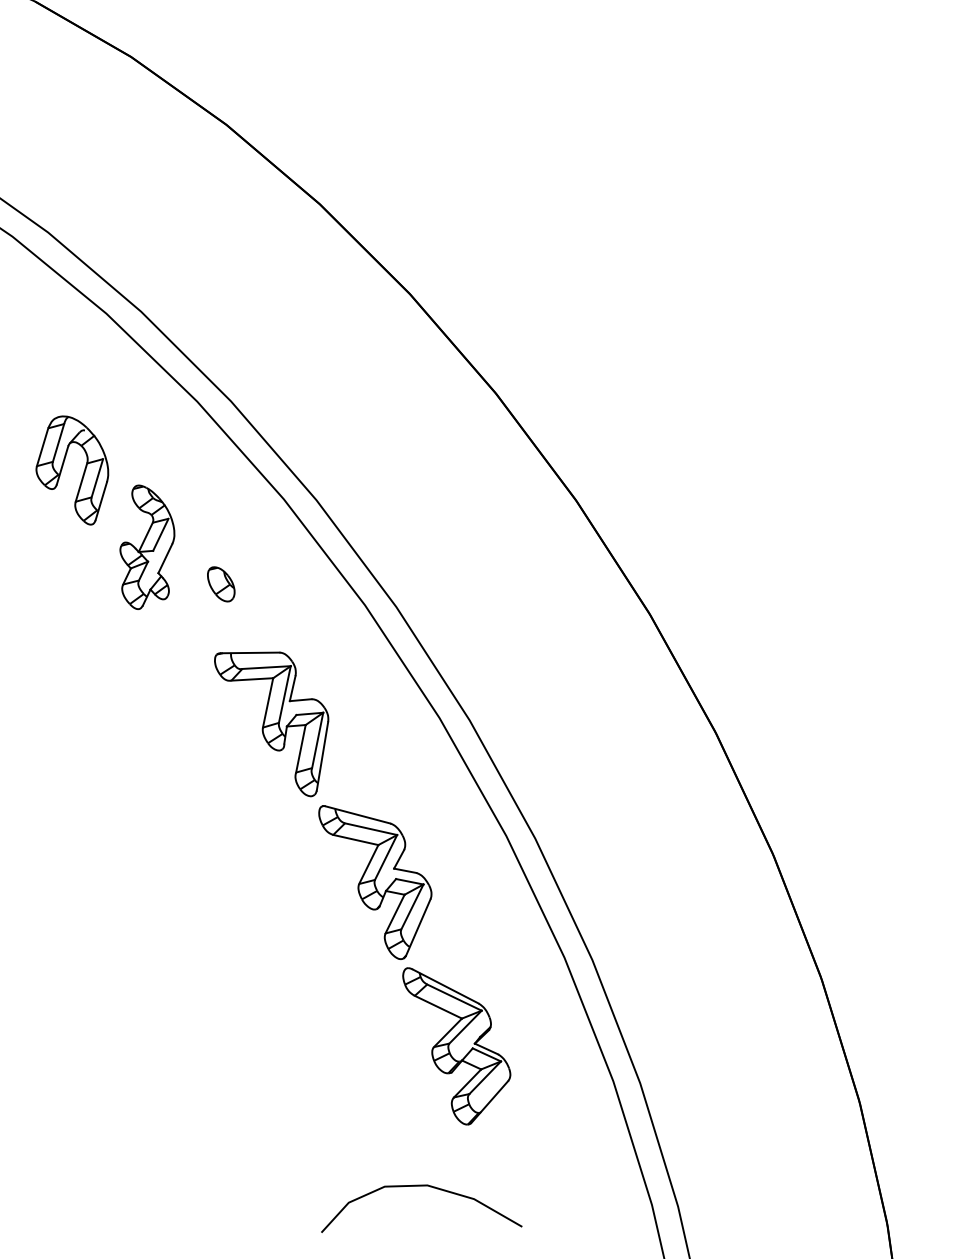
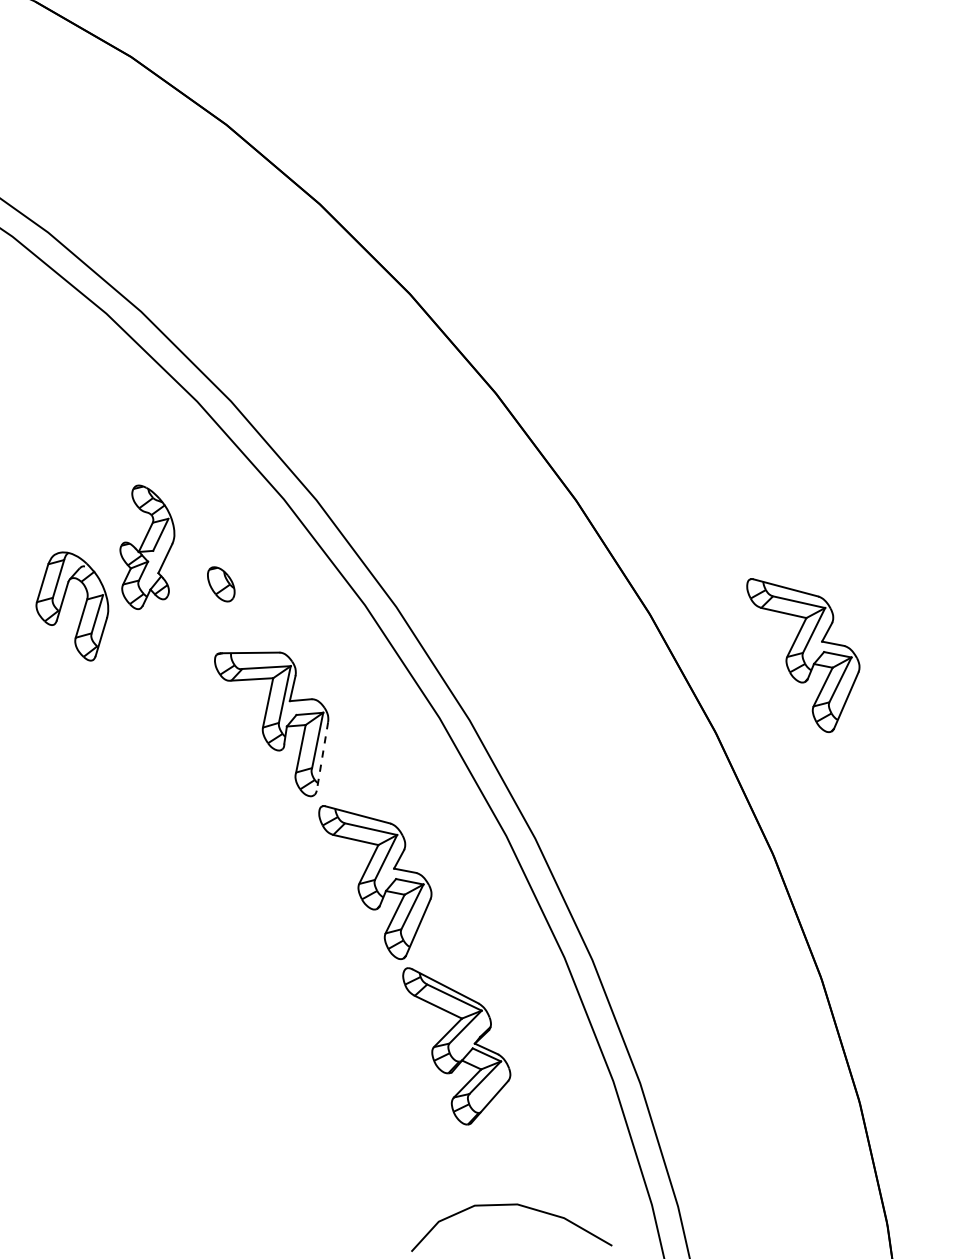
part at (63, 466) position: (63, 466) -> (63, 602)
part at (803, 655): none -> present
line at (322, 756): solid -> dashed
curve at (421, 1186) position: (421, 1186) -> (511, 1205)
